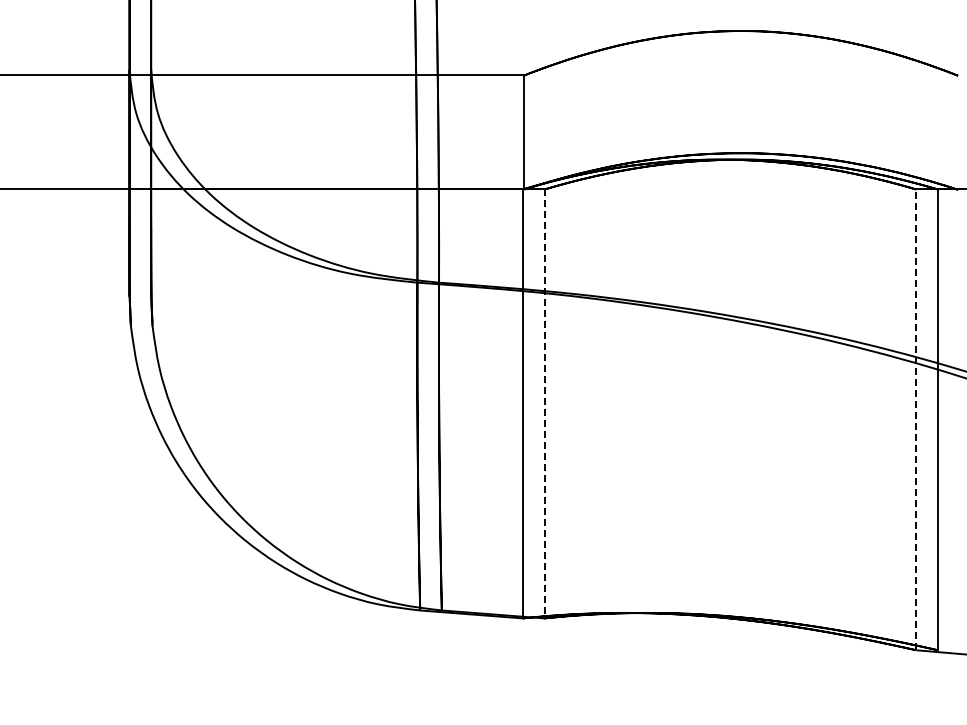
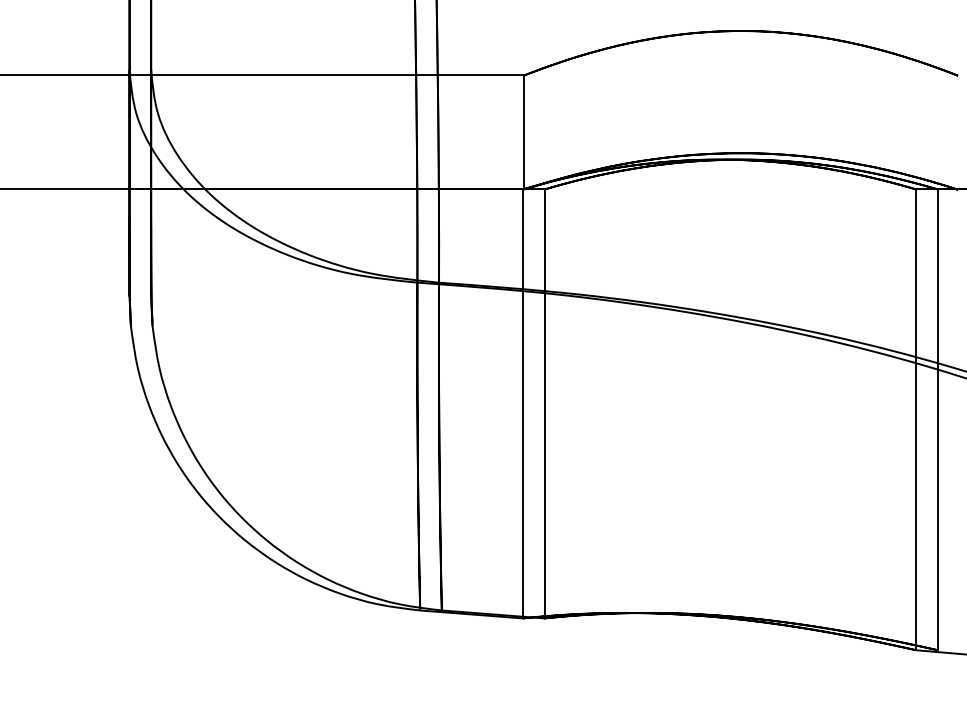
line at (544, 404): dashed -> solid
line at (916, 419): dashed -> solid
